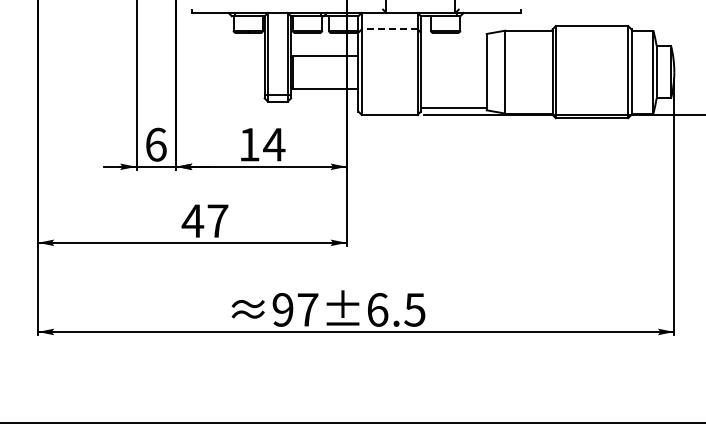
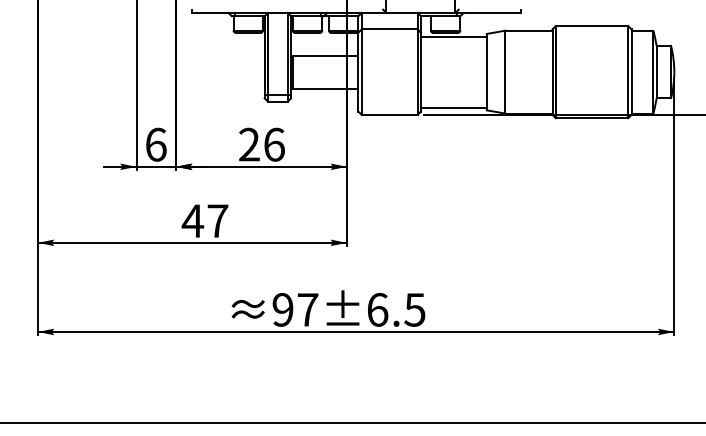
line at (389, 29): dashed -> solid
line at (453, 36): none -> present
text at (262, 144): 14 -> 26
